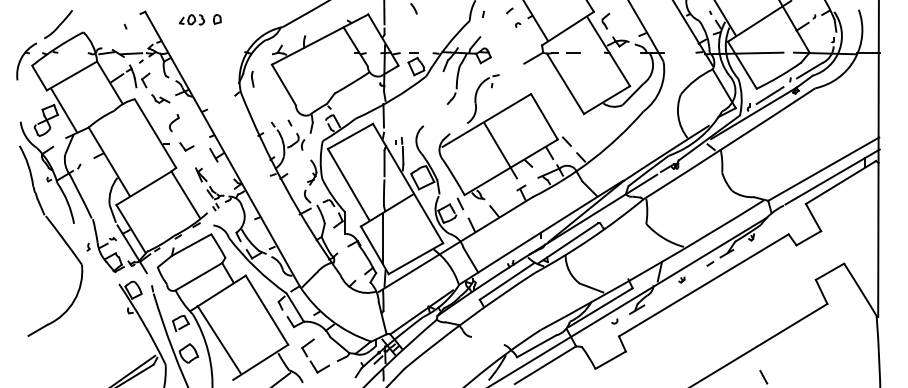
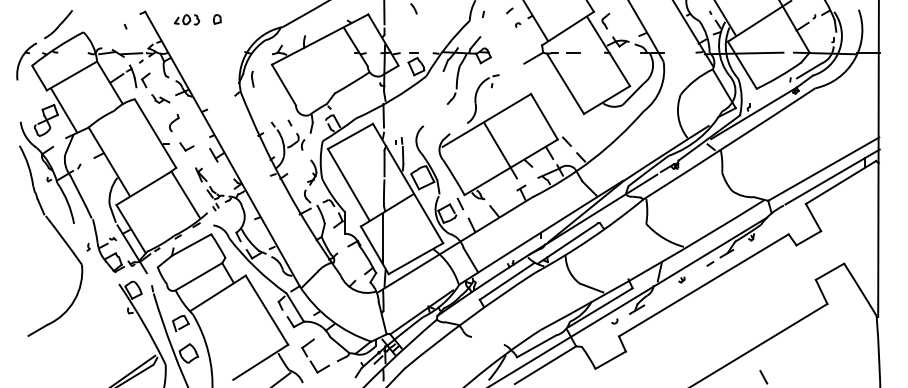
part at (191, 19) position: (191, 19) -> (186, 19)
line at (769, 95): present -> none
line at (218, 339): present -> none
